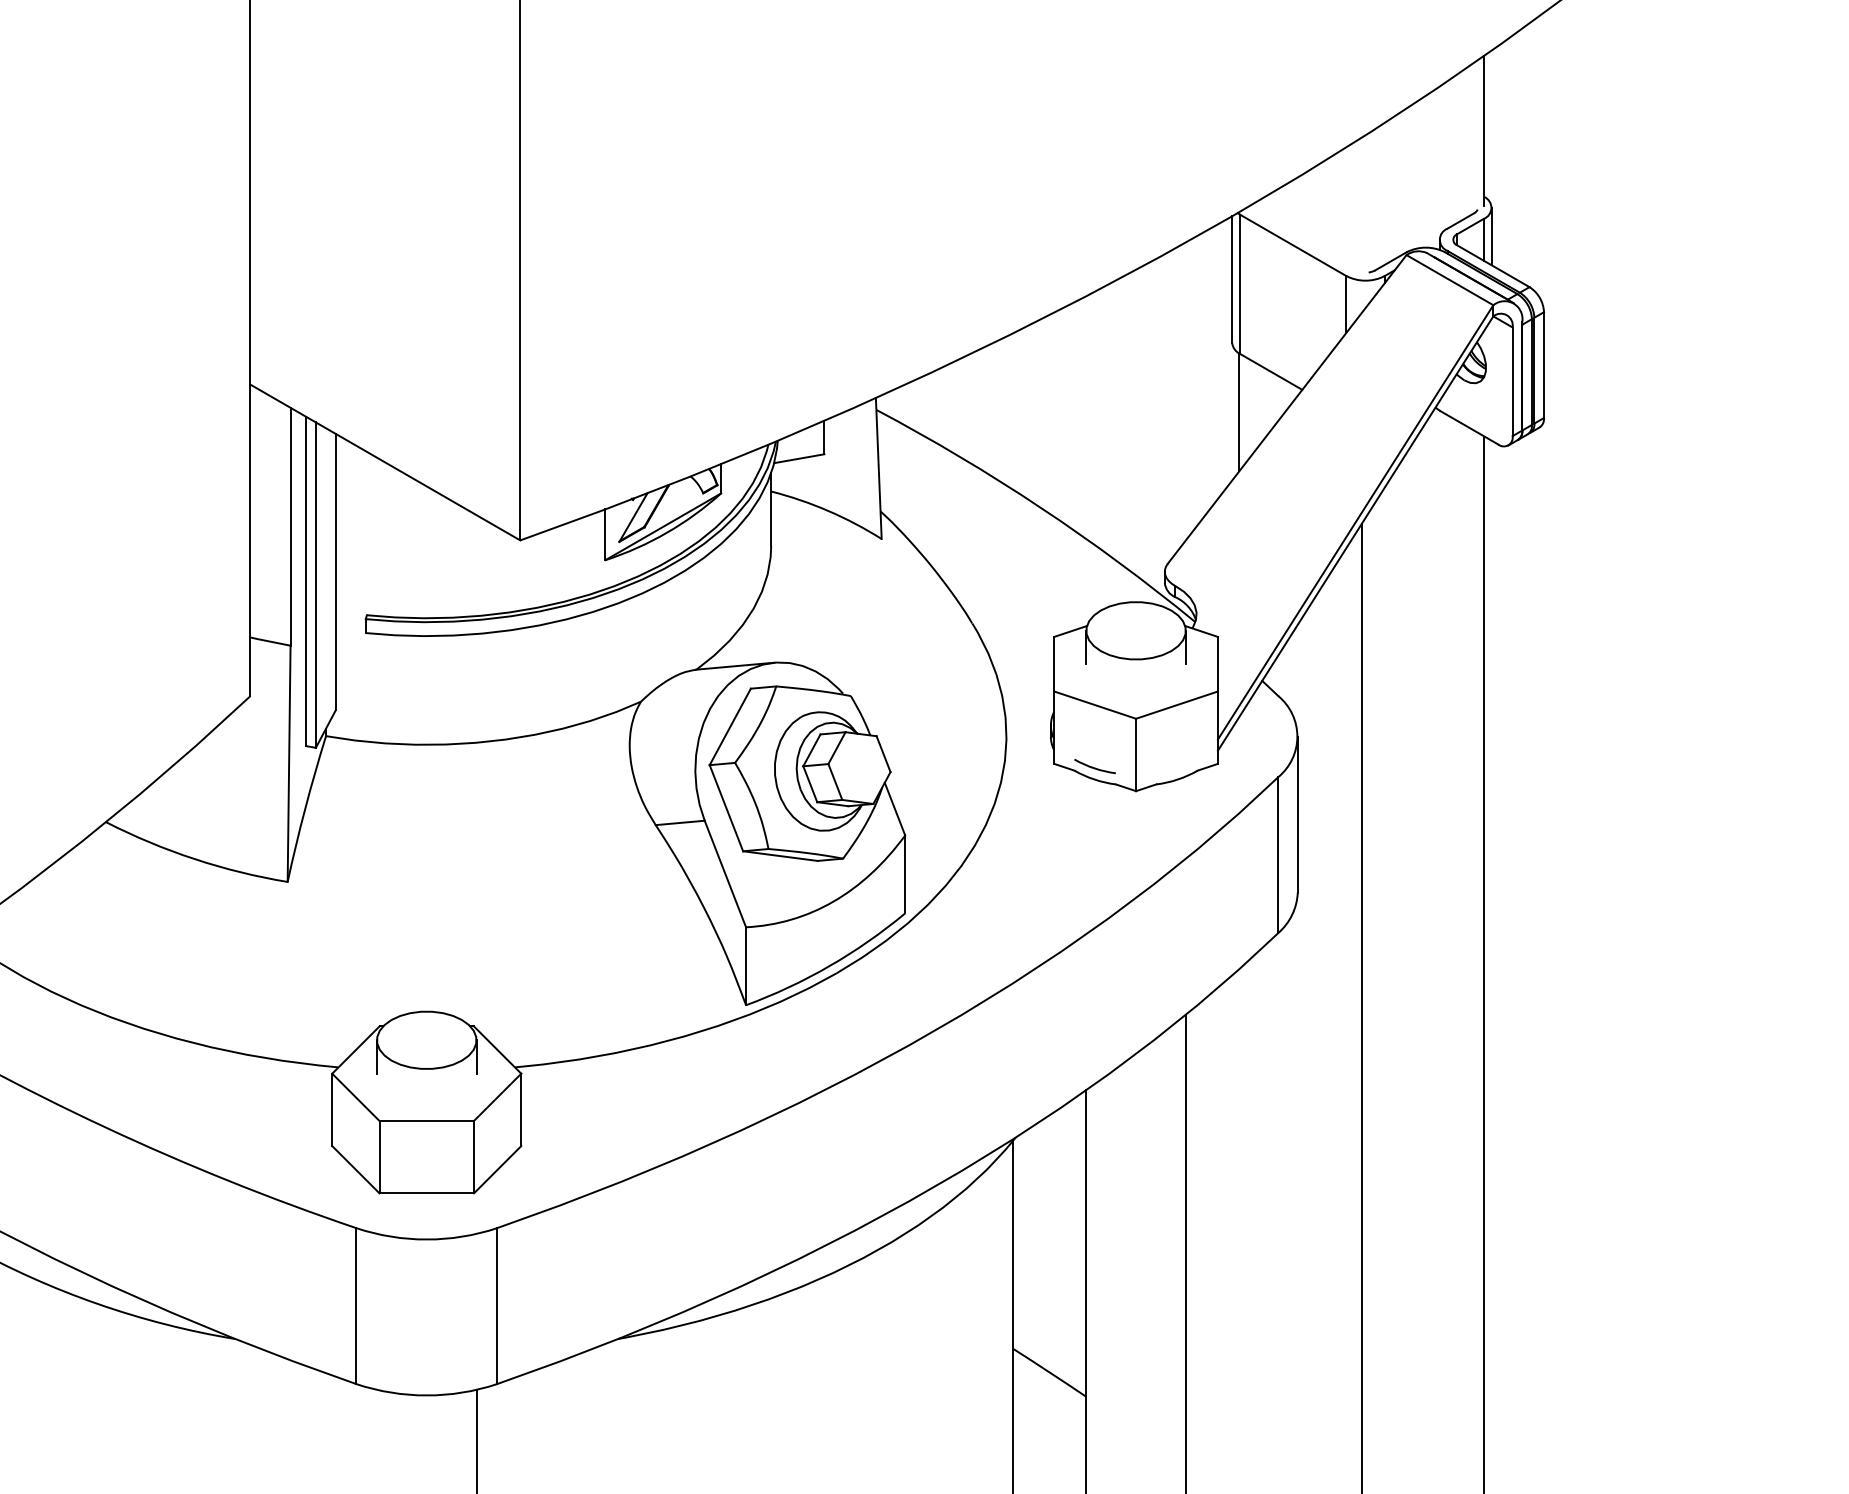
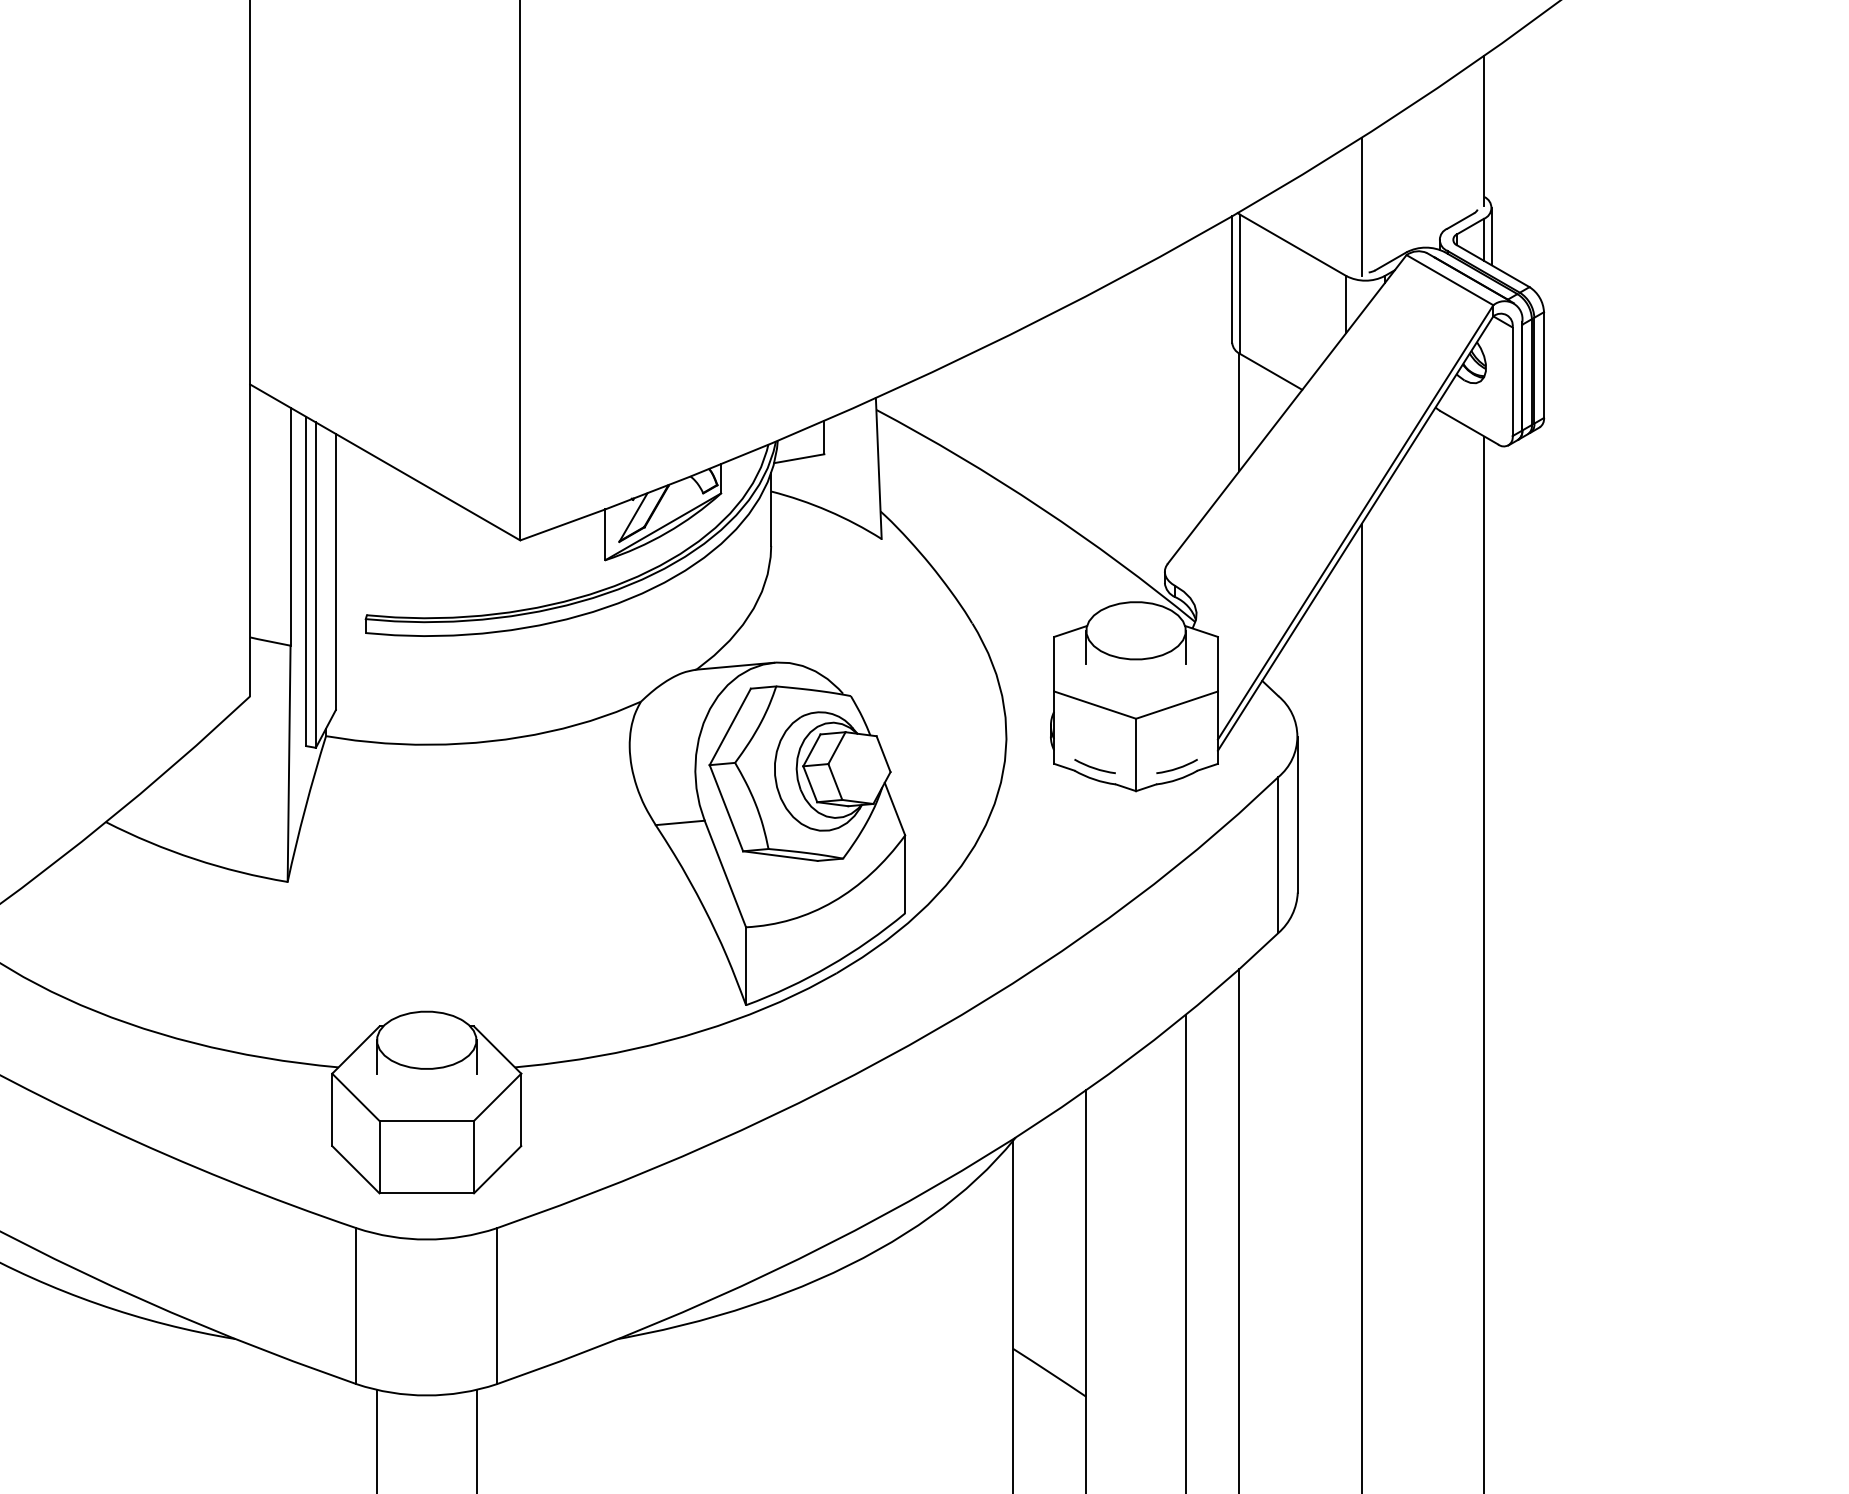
line at (1361, 206): none -> present
arc at (1176, 767): none -> present
line at (1239, 1229): none -> present
line at (376, 1439): none -> present
